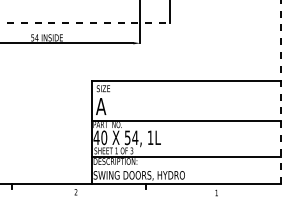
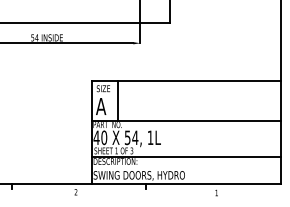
line at (85, 22): dashed -> solid
line at (281, 91): dashed -> solid
line at (118, 100): none -> present
